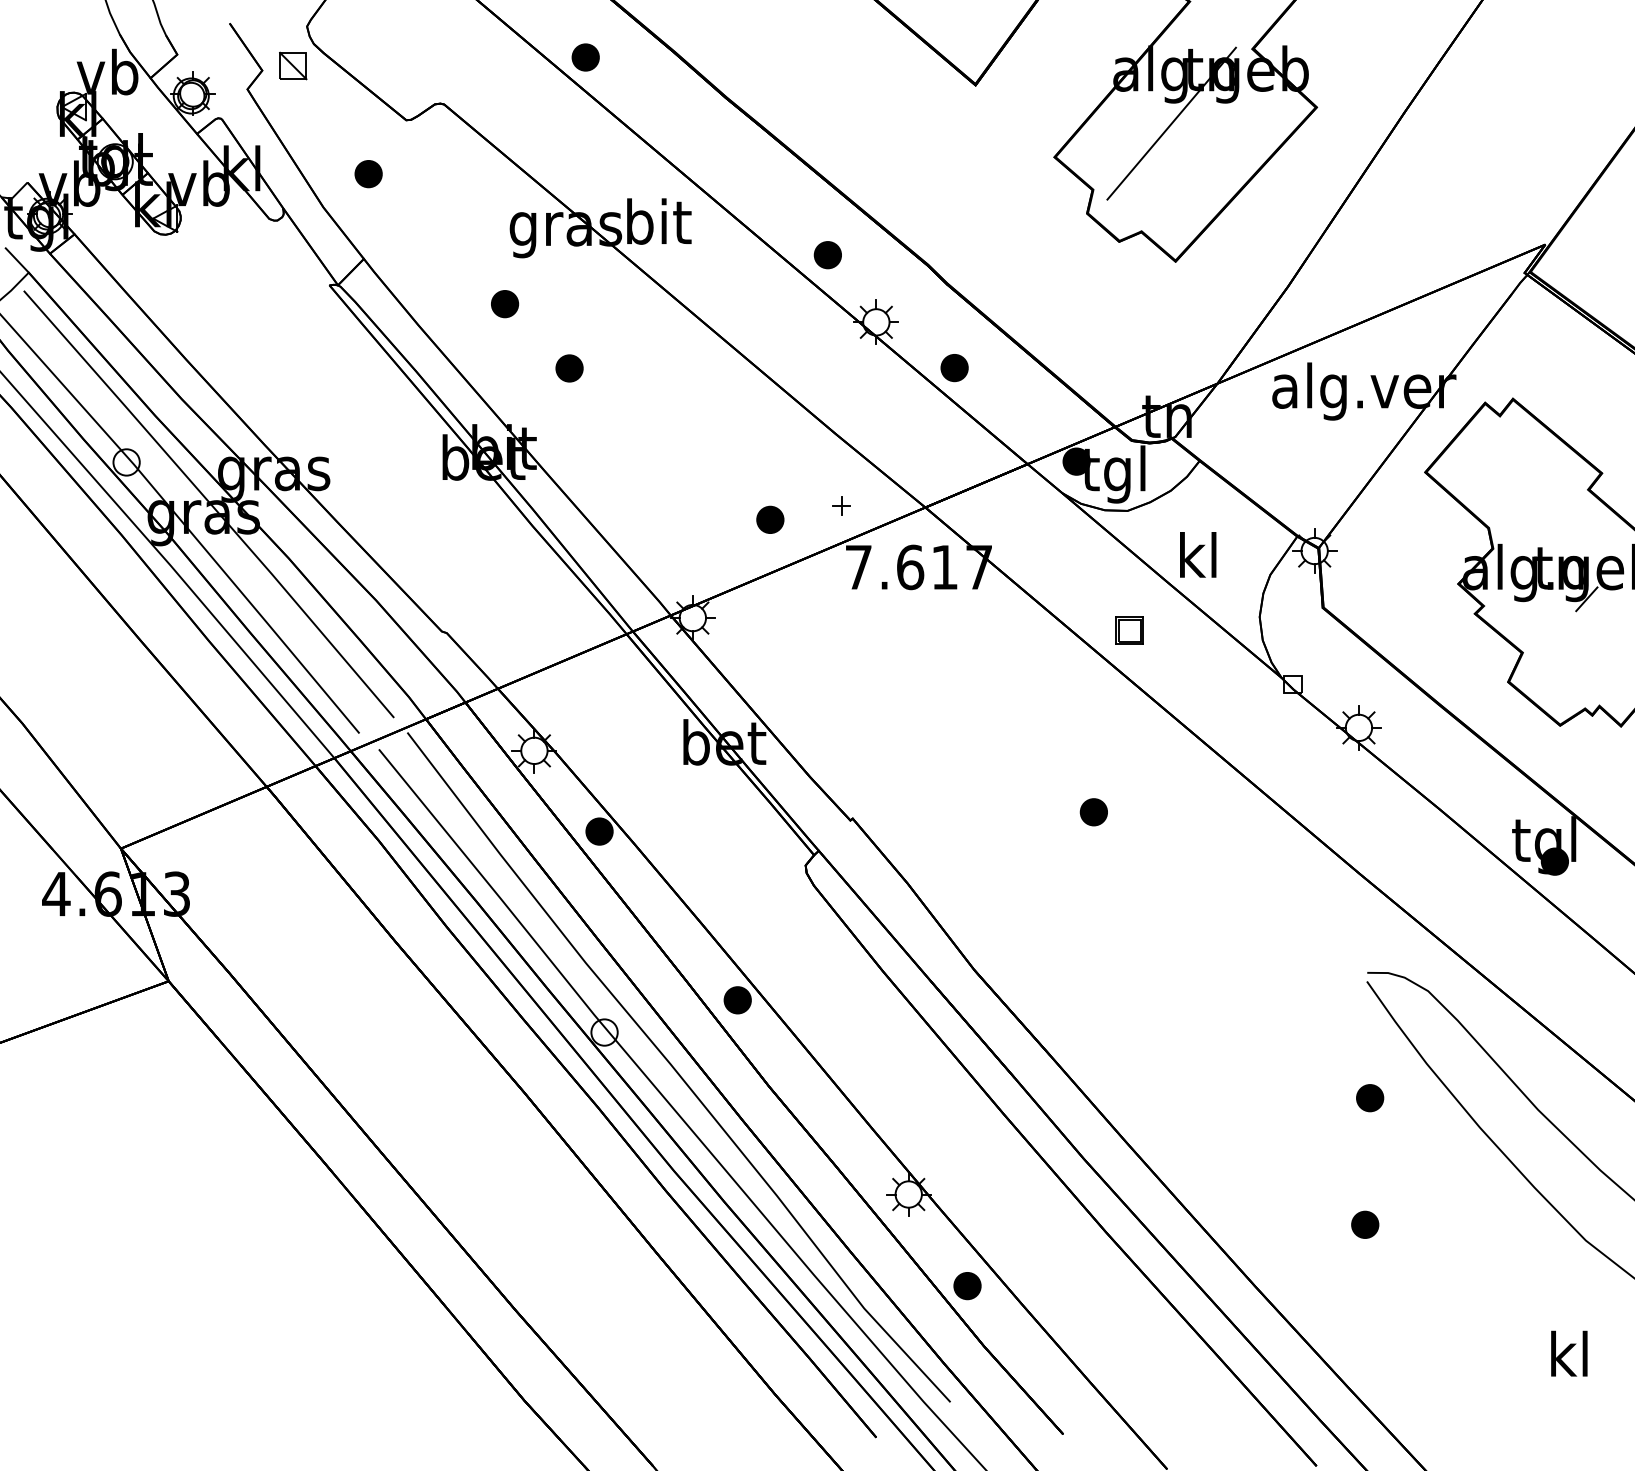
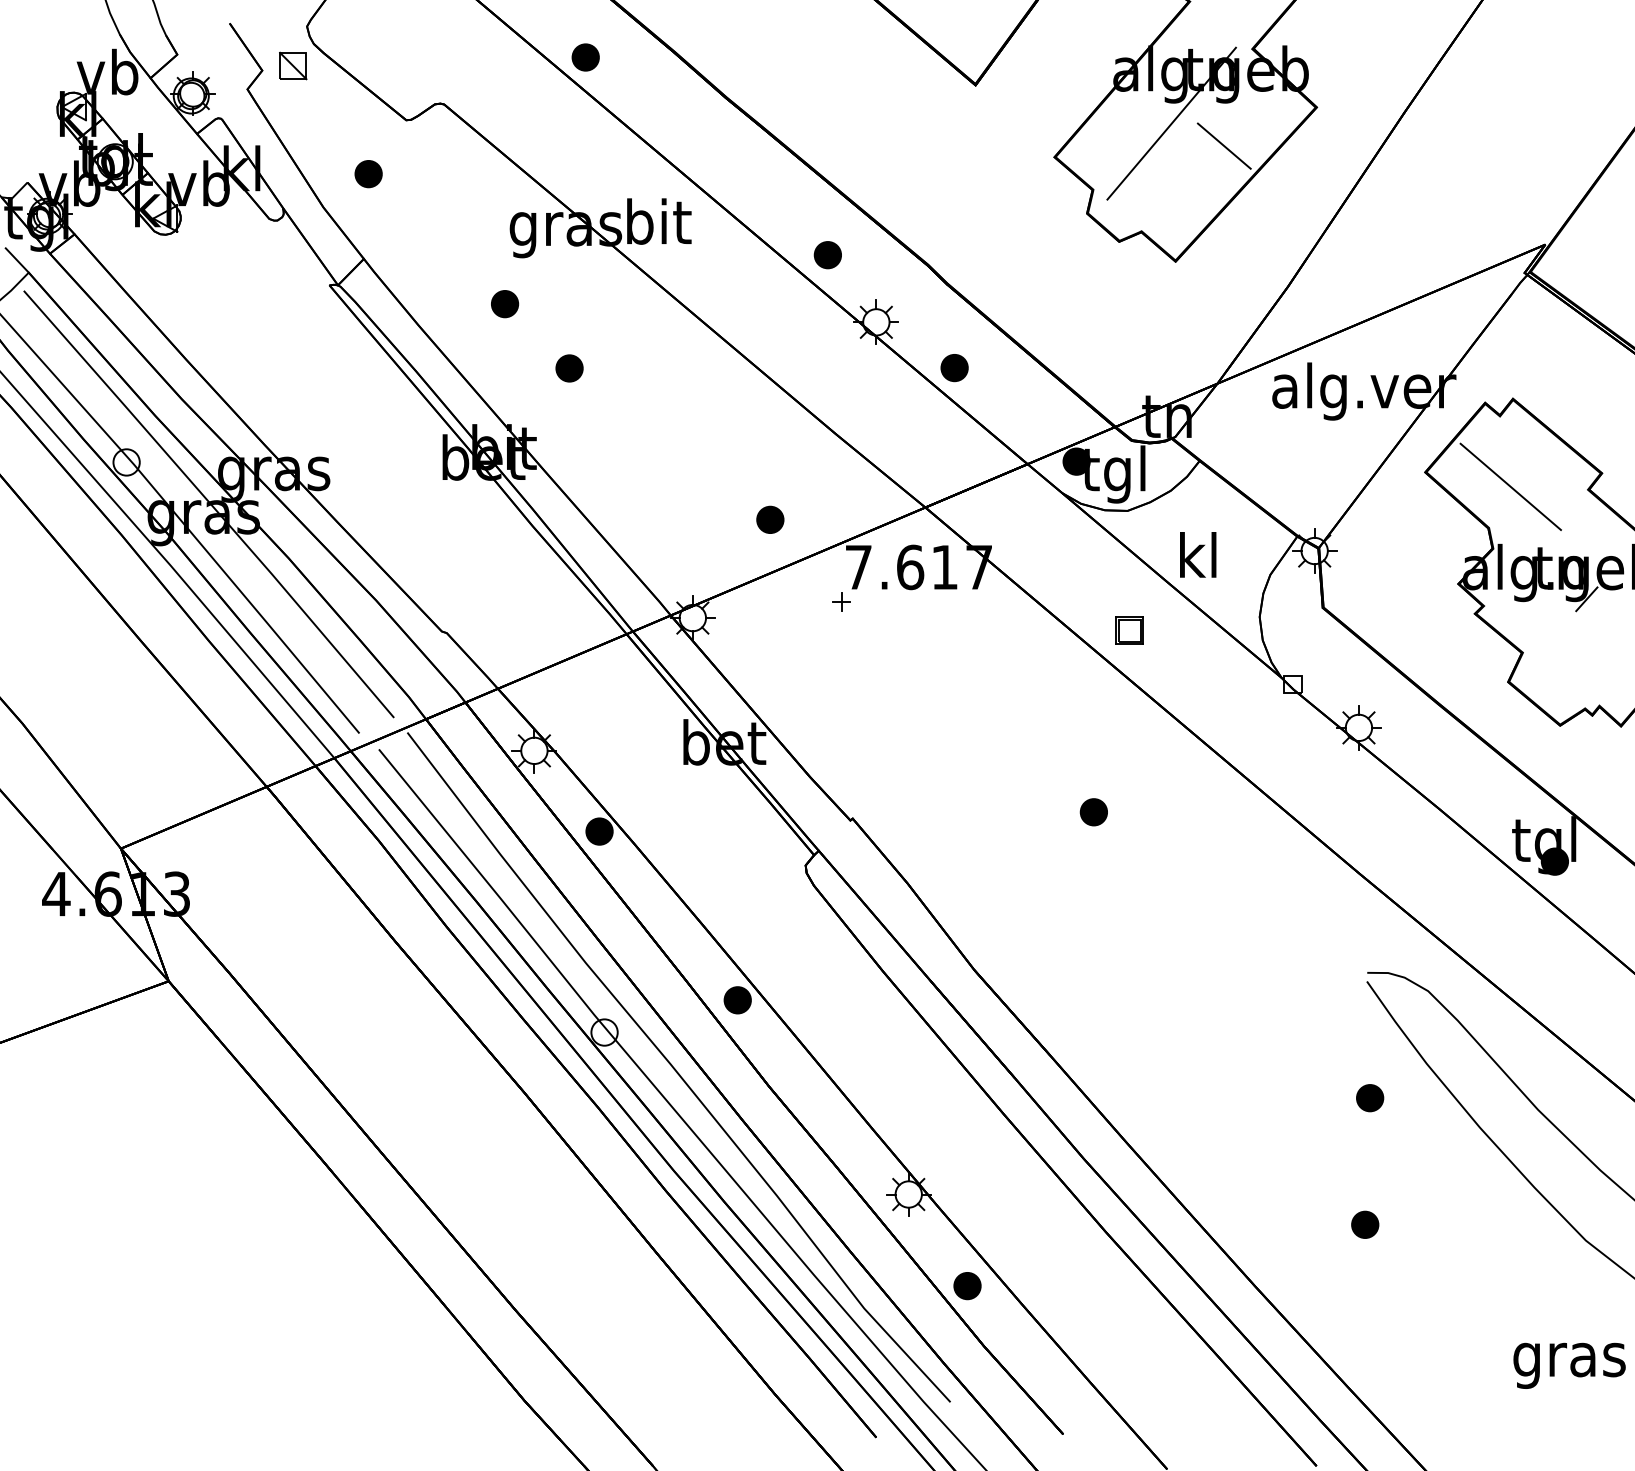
line at (1223, 145): none -> present
line at (1510, 486): none -> present
part at (841, 505) position: (841, 505) -> (841, 601)
text at (1569, 1359): kl -> gras
